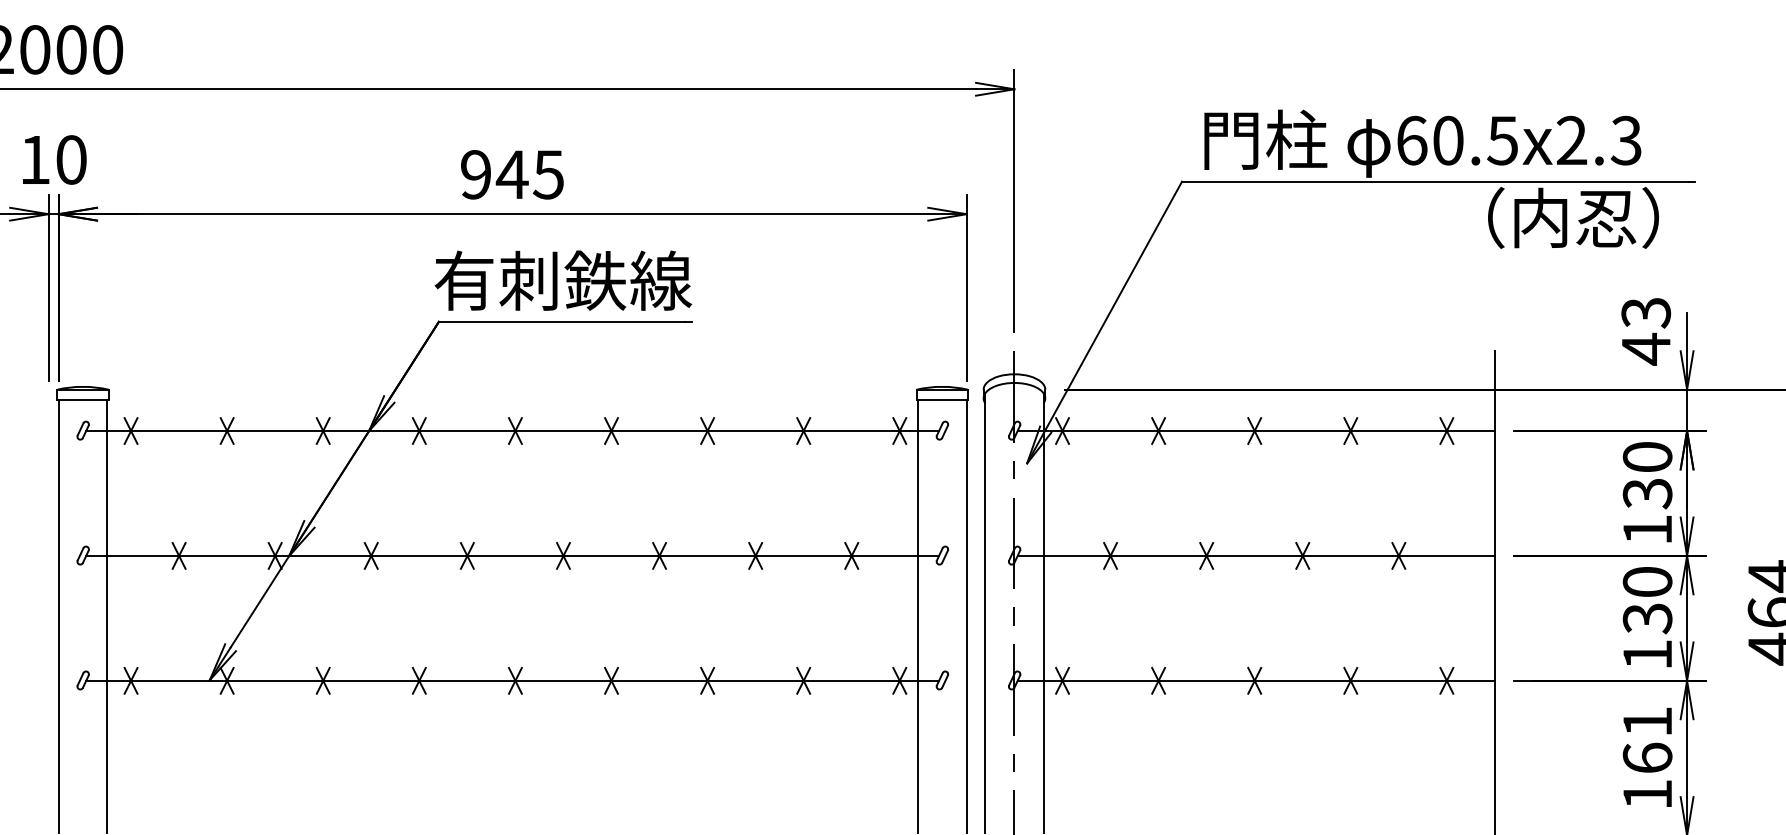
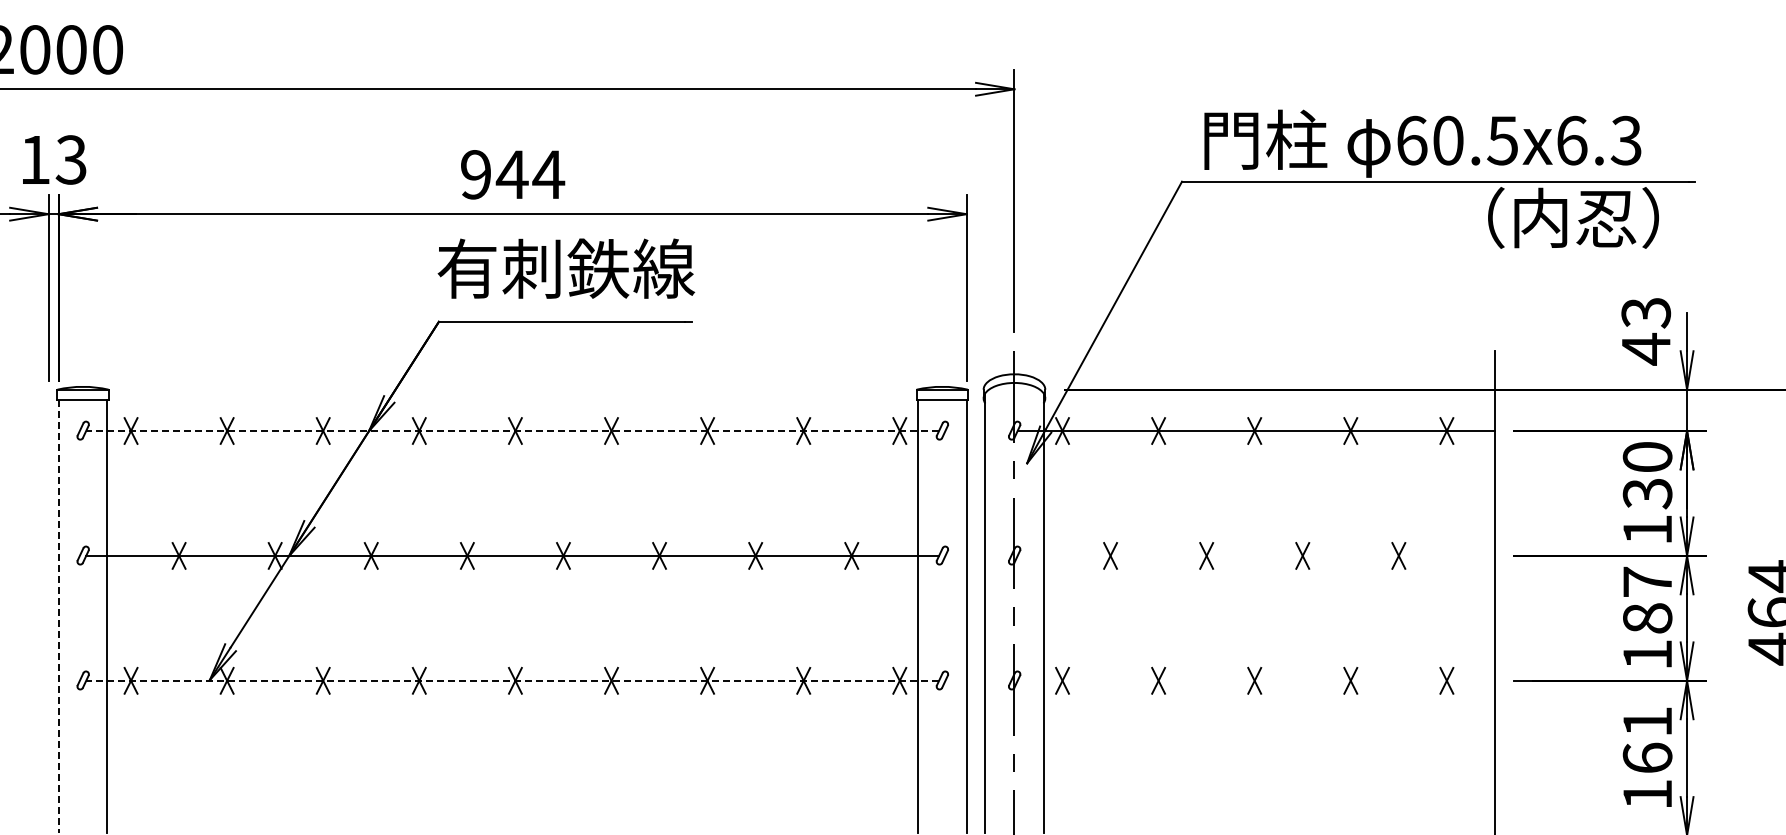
text at (1571, 140): 60.5x2.3 -> 60.5x6.3
text at (70, 159): 10 -> 13
text at (548, 174): 945 -> 944
text at (563, 280) position: (563, 280) -> (566, 268)
line at (512, 431): solid -> dashed
line at (1255, 555): present -> none
text at (1647, 600): 130 -> 187
line at (58, 616): solid -> dashed
line at (512, 680): solid -> dashed
line at (1255, 680): present -> none
